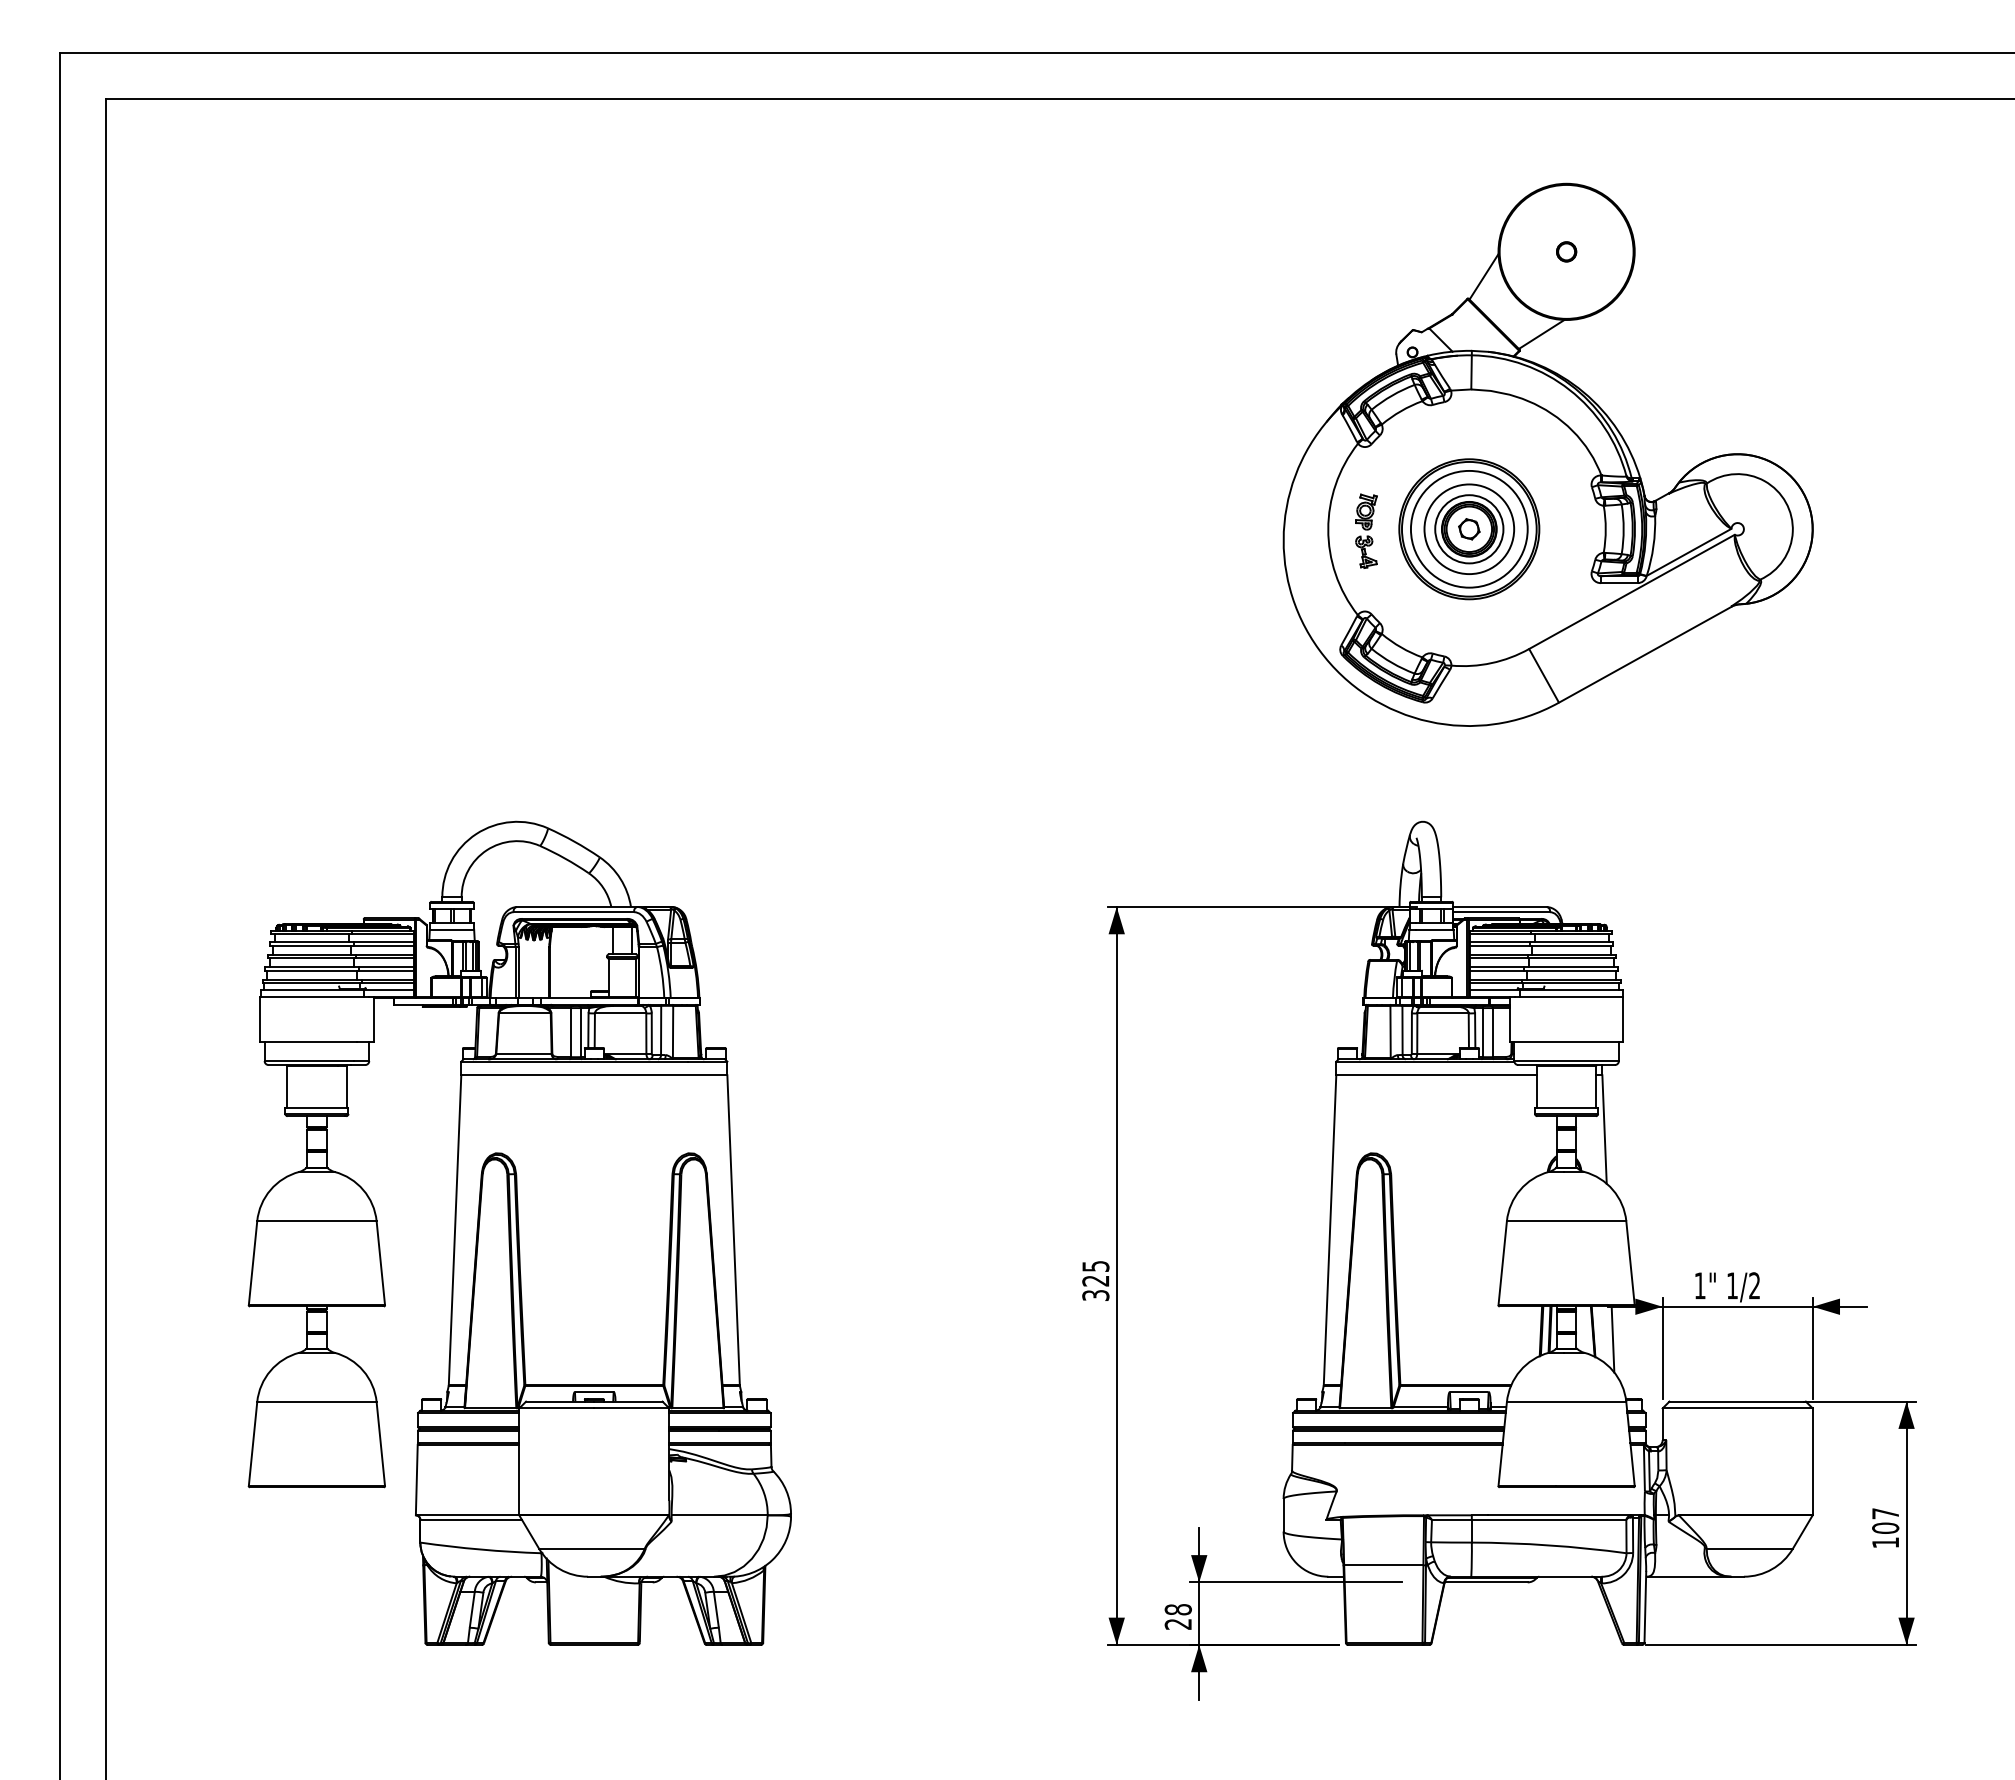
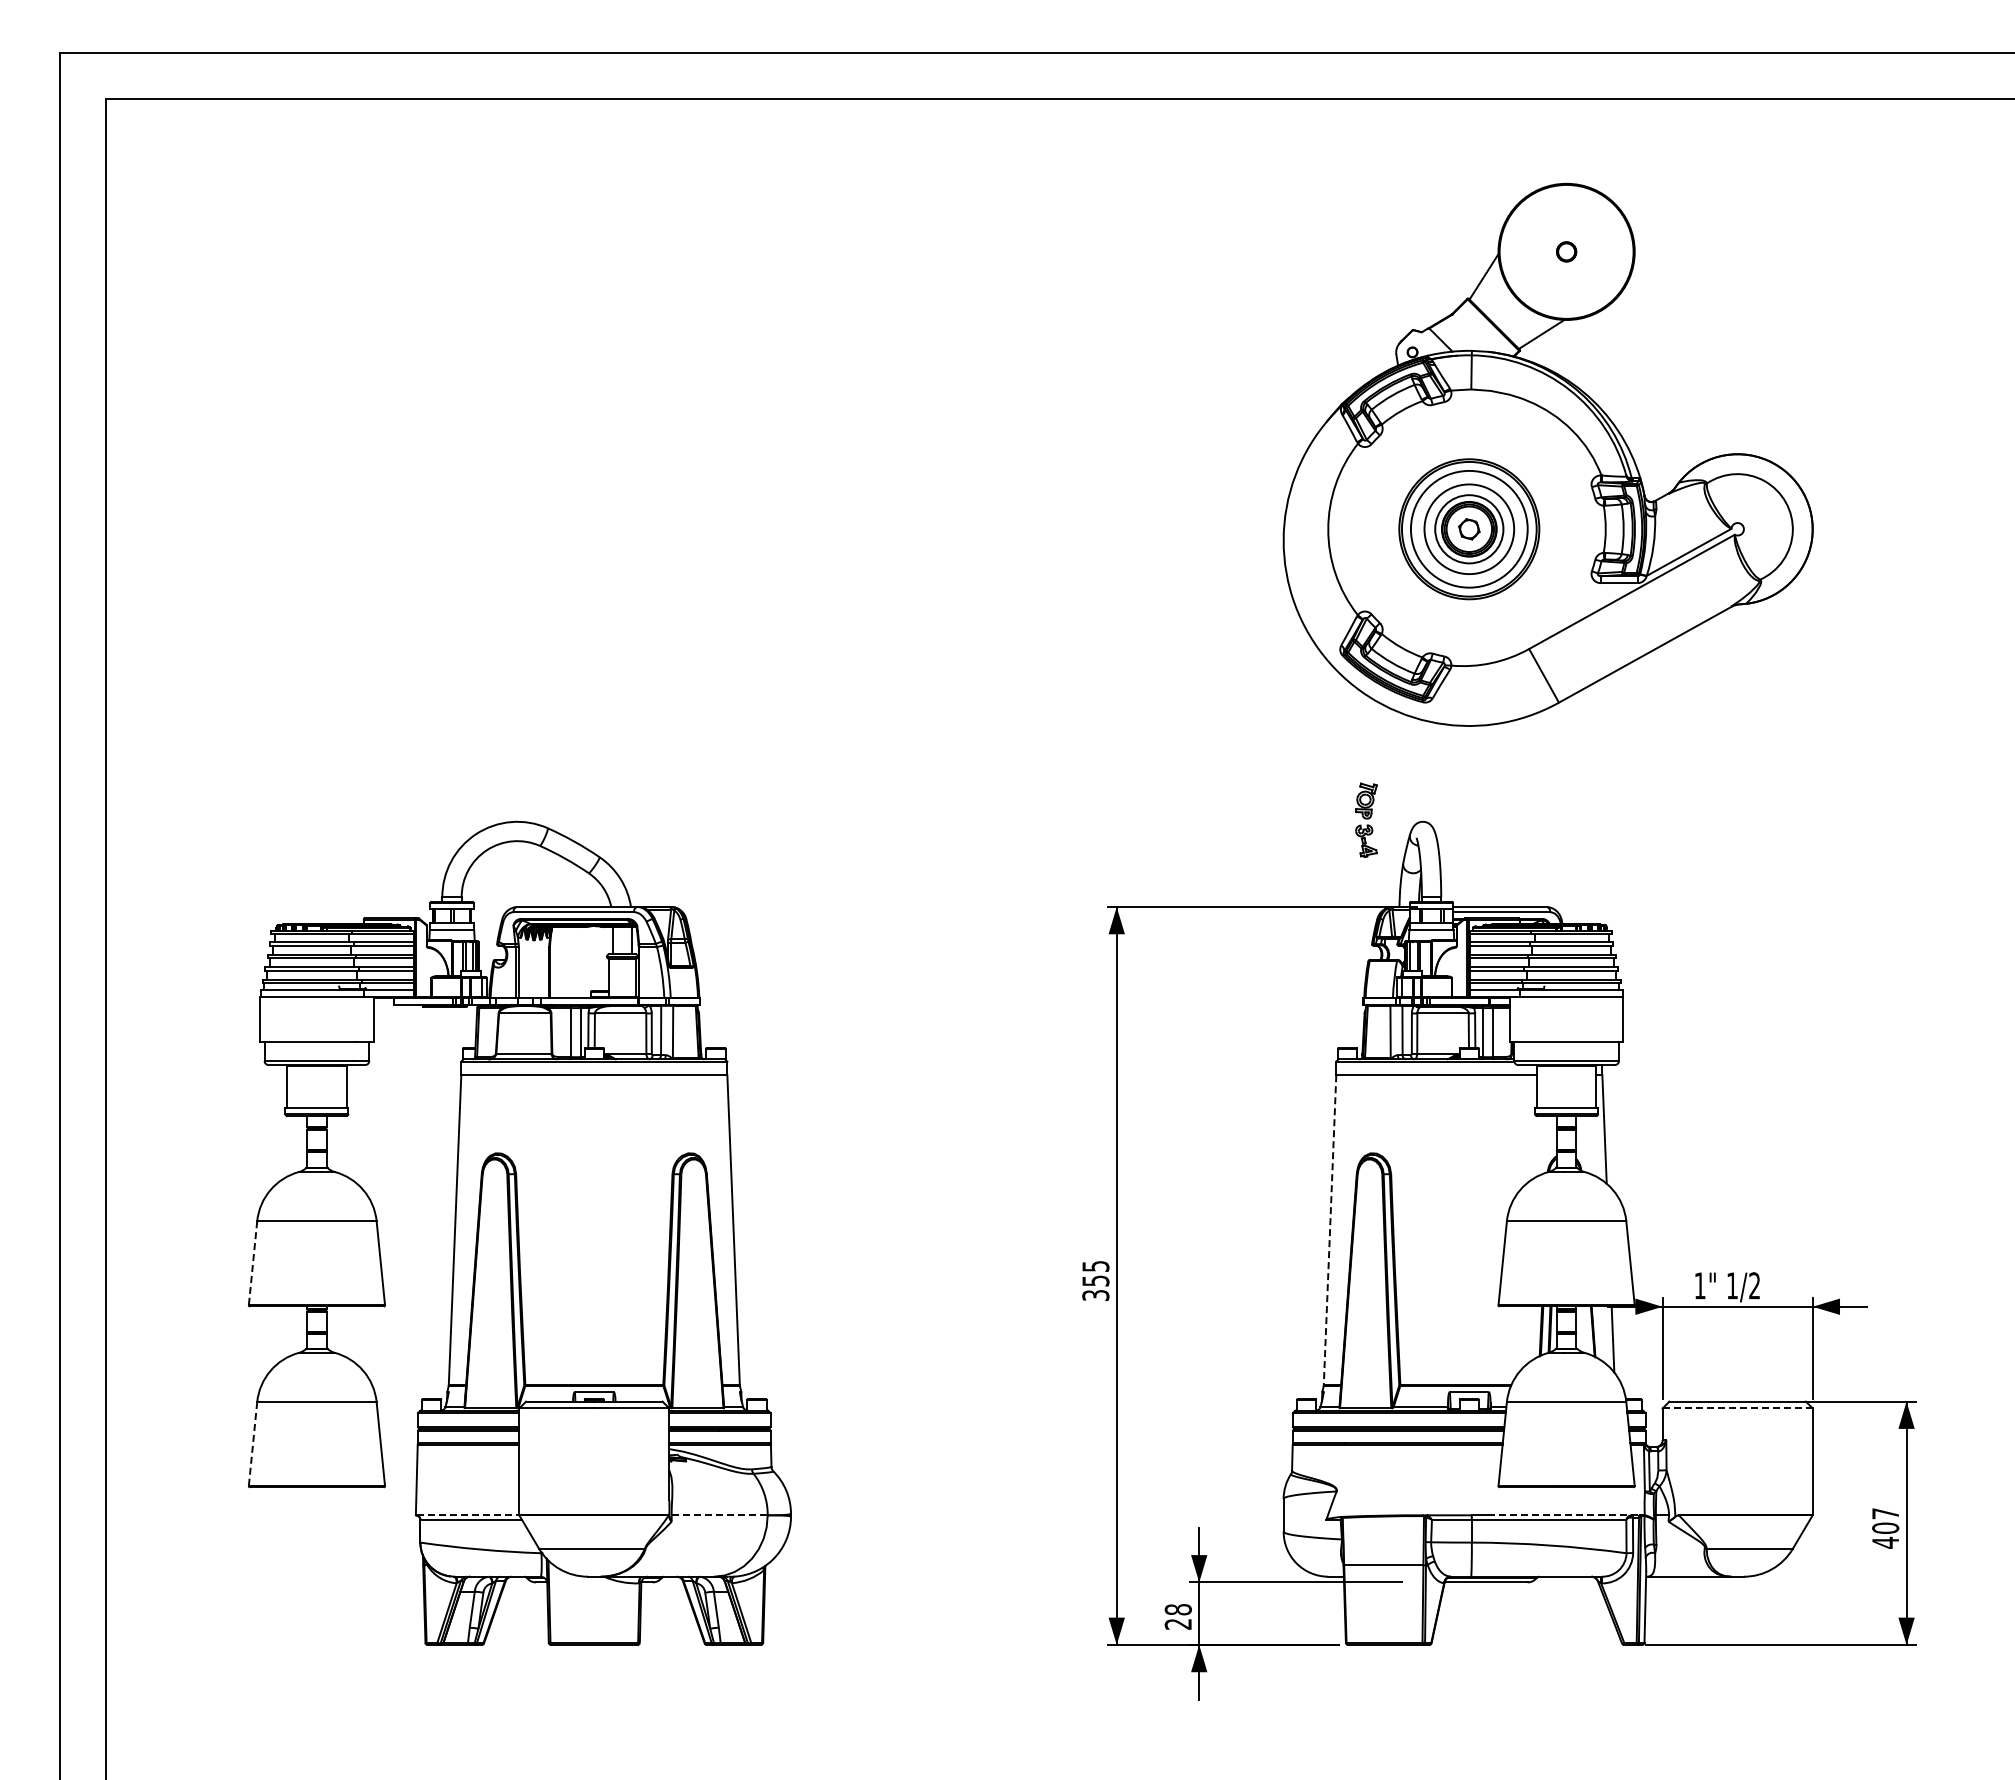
part at (1366, 530) position: (1366, 530) -> (1366, 819)
line at (1330, 1230): solid -> dashed
line at (252, 1263): solid -> dashed
text at (1095, 1280): 325 -> 355
line at (1737, 1408): solid -> dashed
line at (252, 1444): solid -> dashed
line at (468, 1515): solid -> dashed
line at (720, 1515): solid -> dashed
line at (1564, 1515): solid -> dashed
text at (1885, 1542): 107 -> 407
